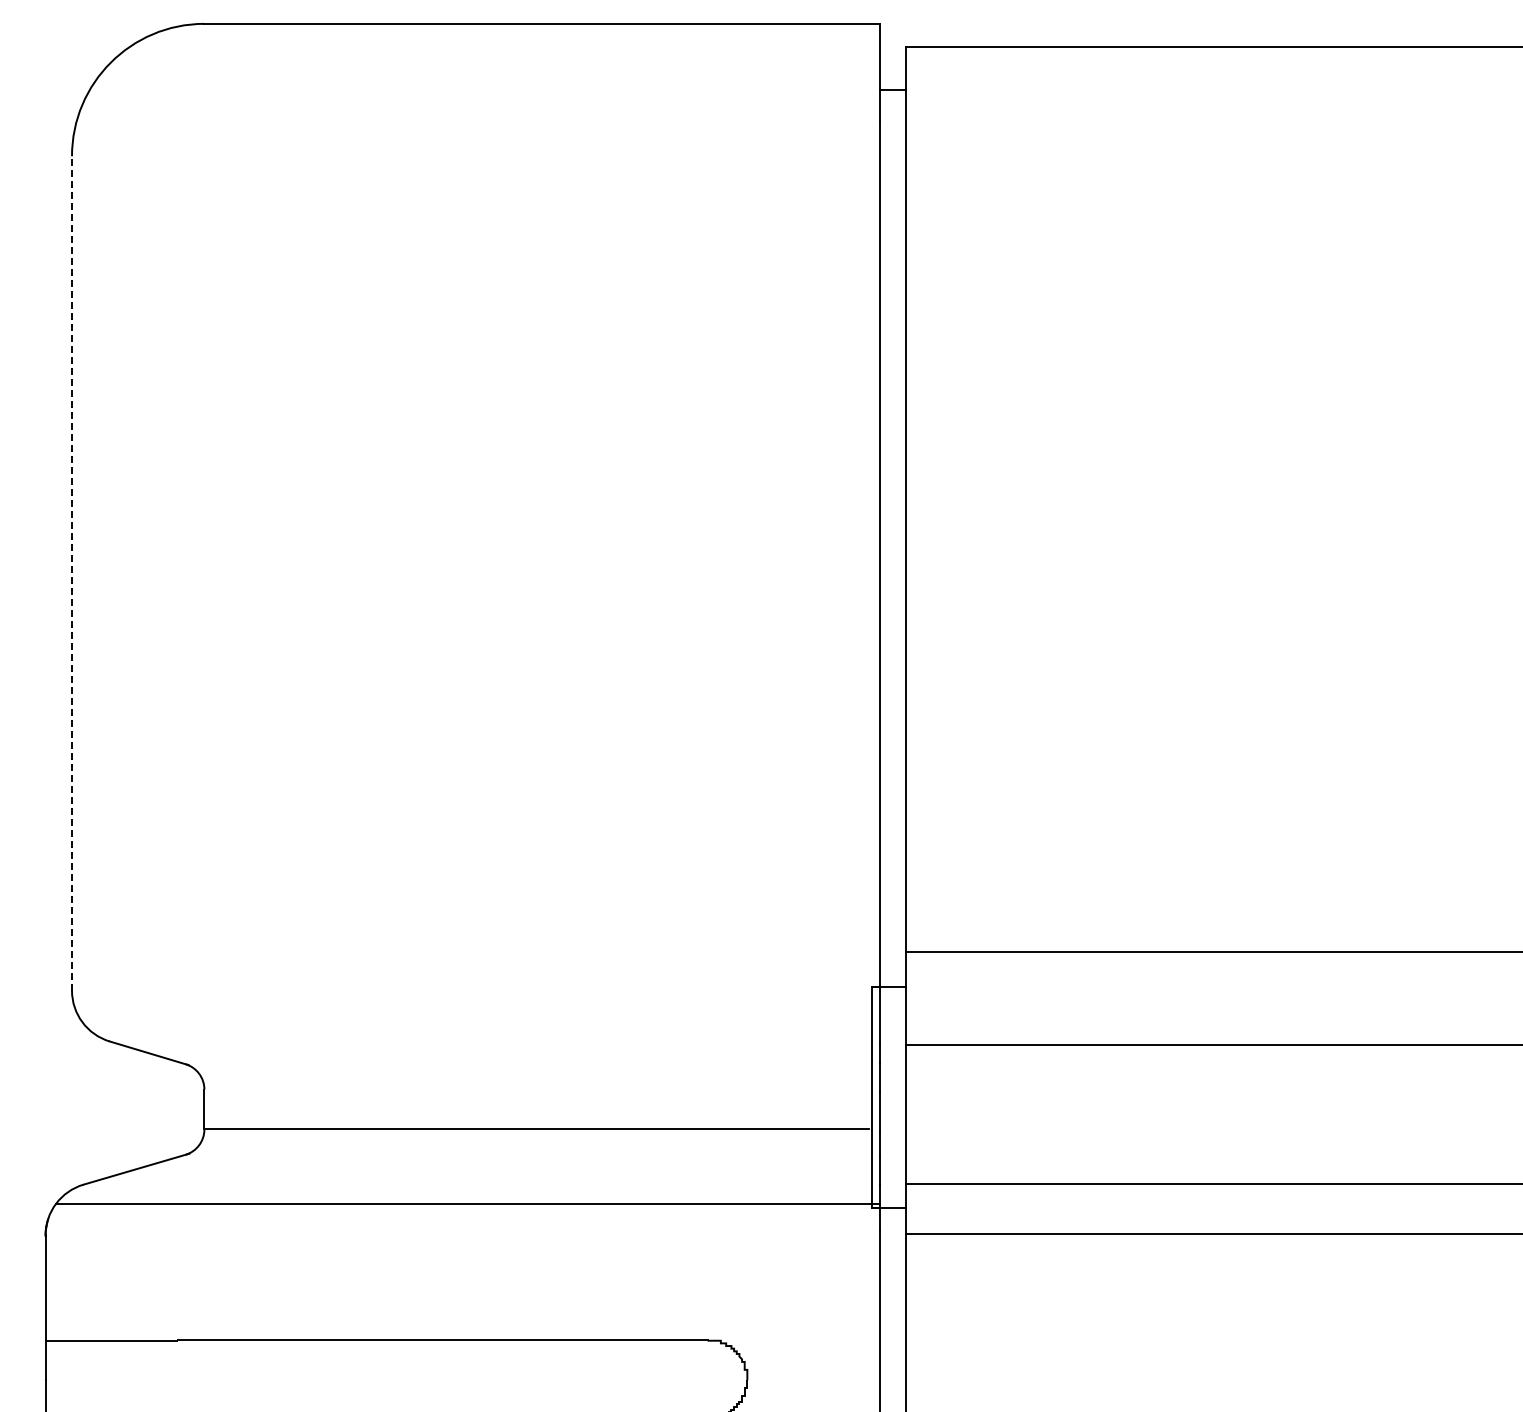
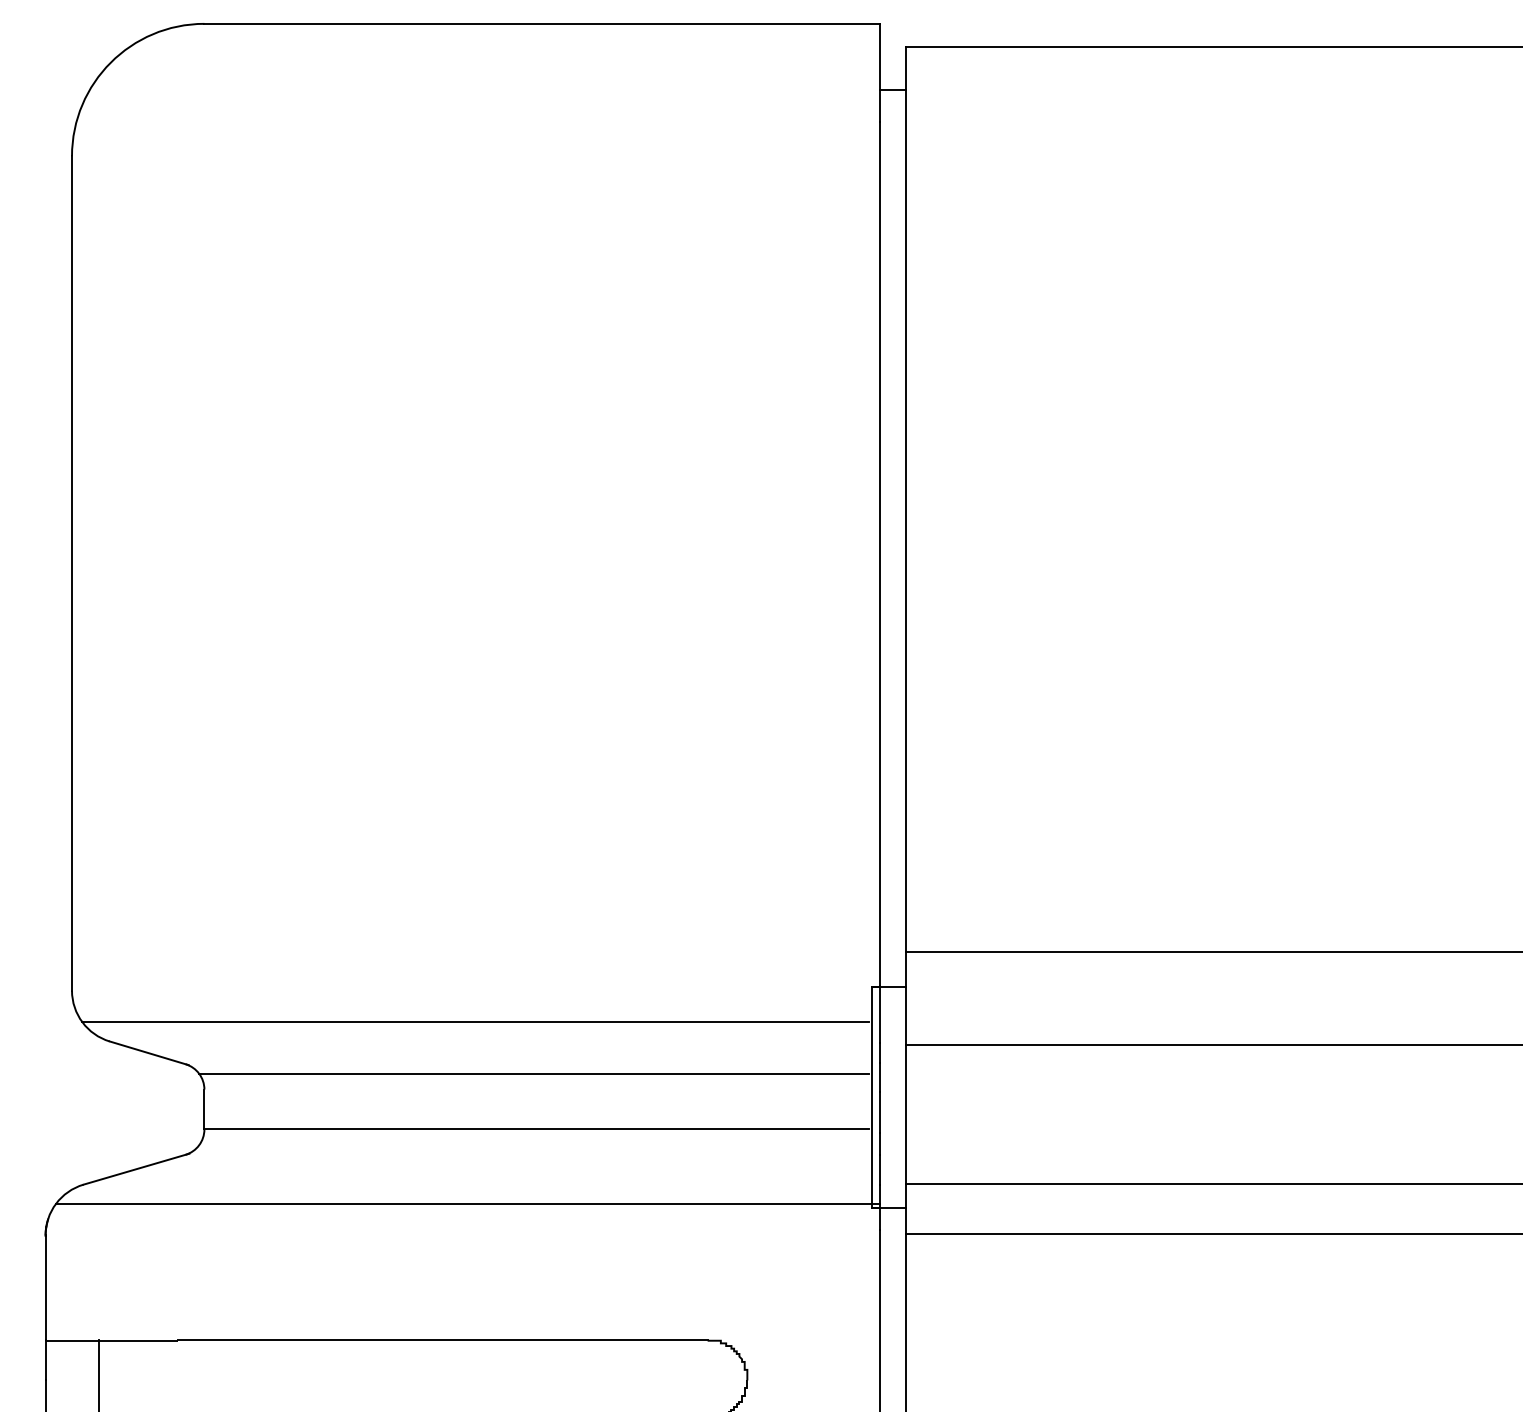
line at (72, 572): dashed -> solid
line at (475, 1022): none -> present
line at (534, 1073): none -> present
line at (98, 1373): none -> present
